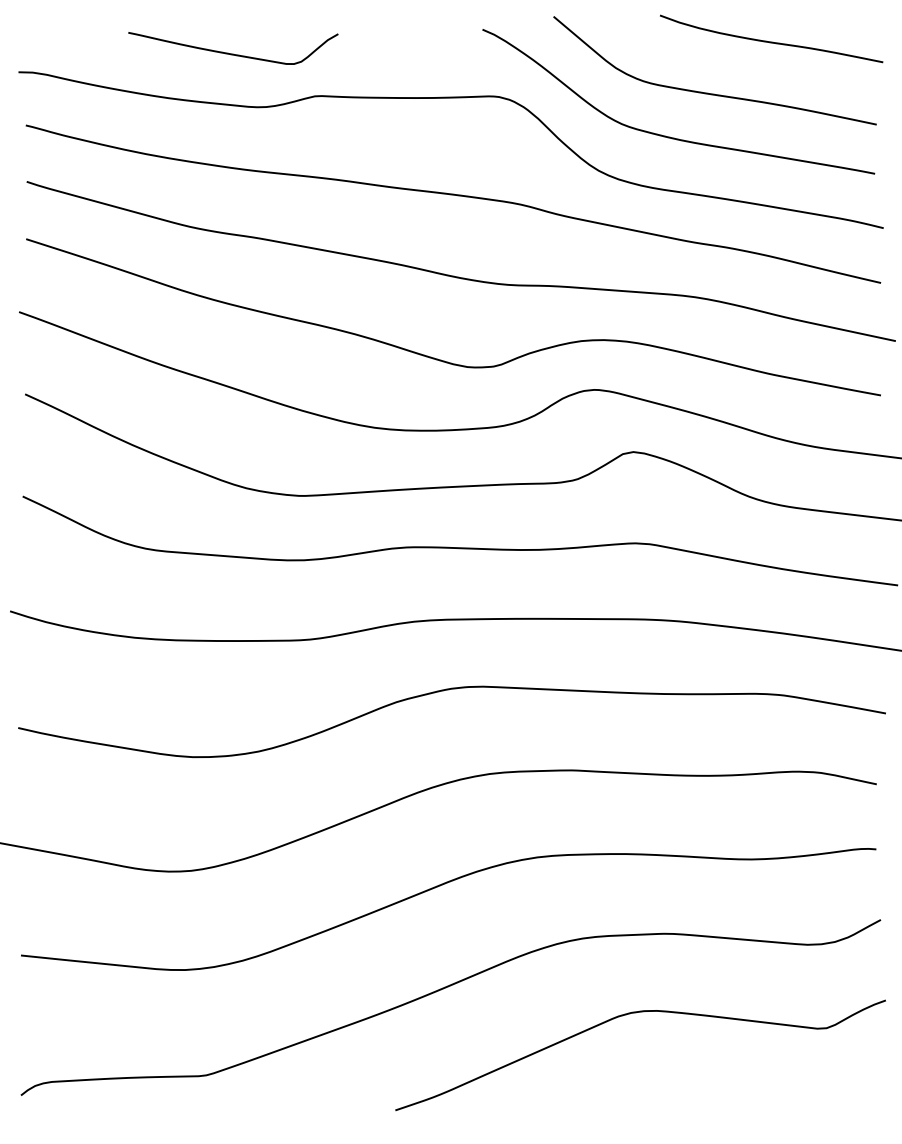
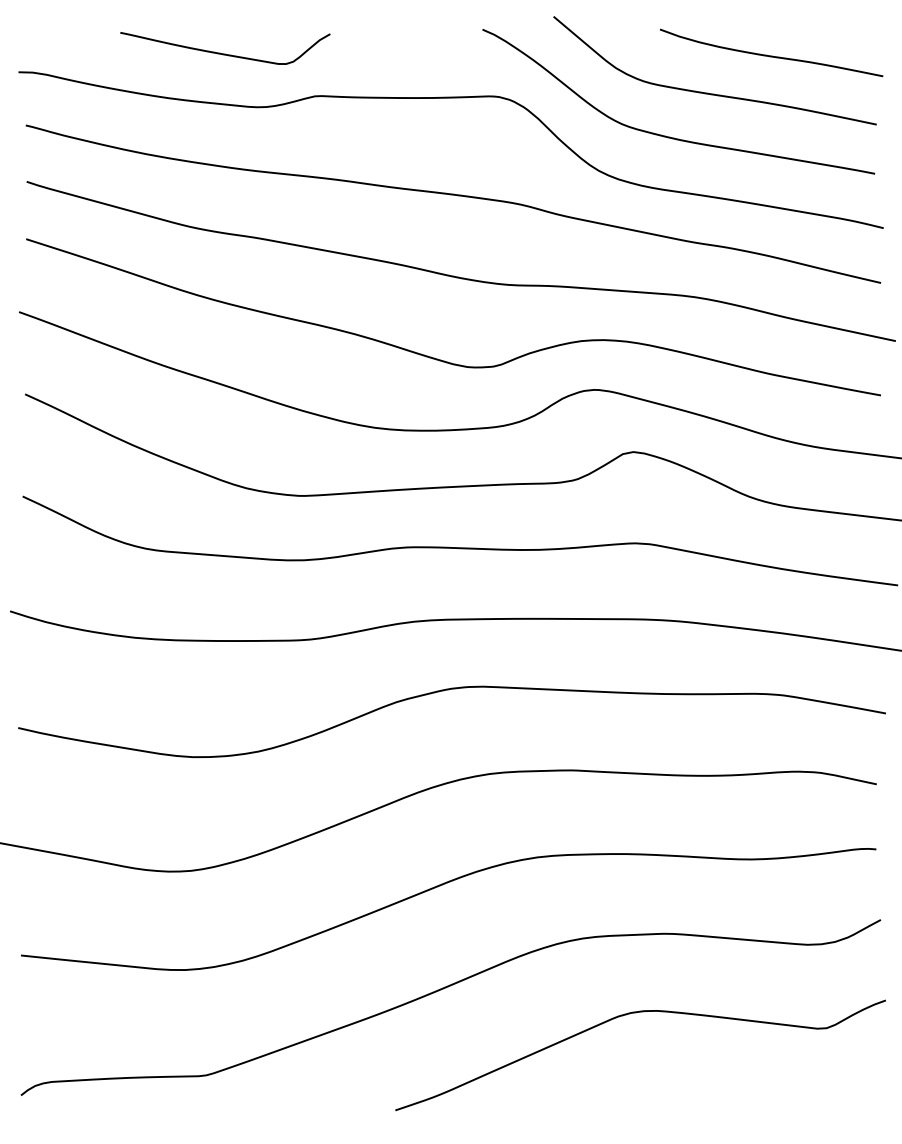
curve at (771, 41) position: (771, 41) -> (771, 55)
curve at (233, 53) position: (233, 53) -> (225, 53)
